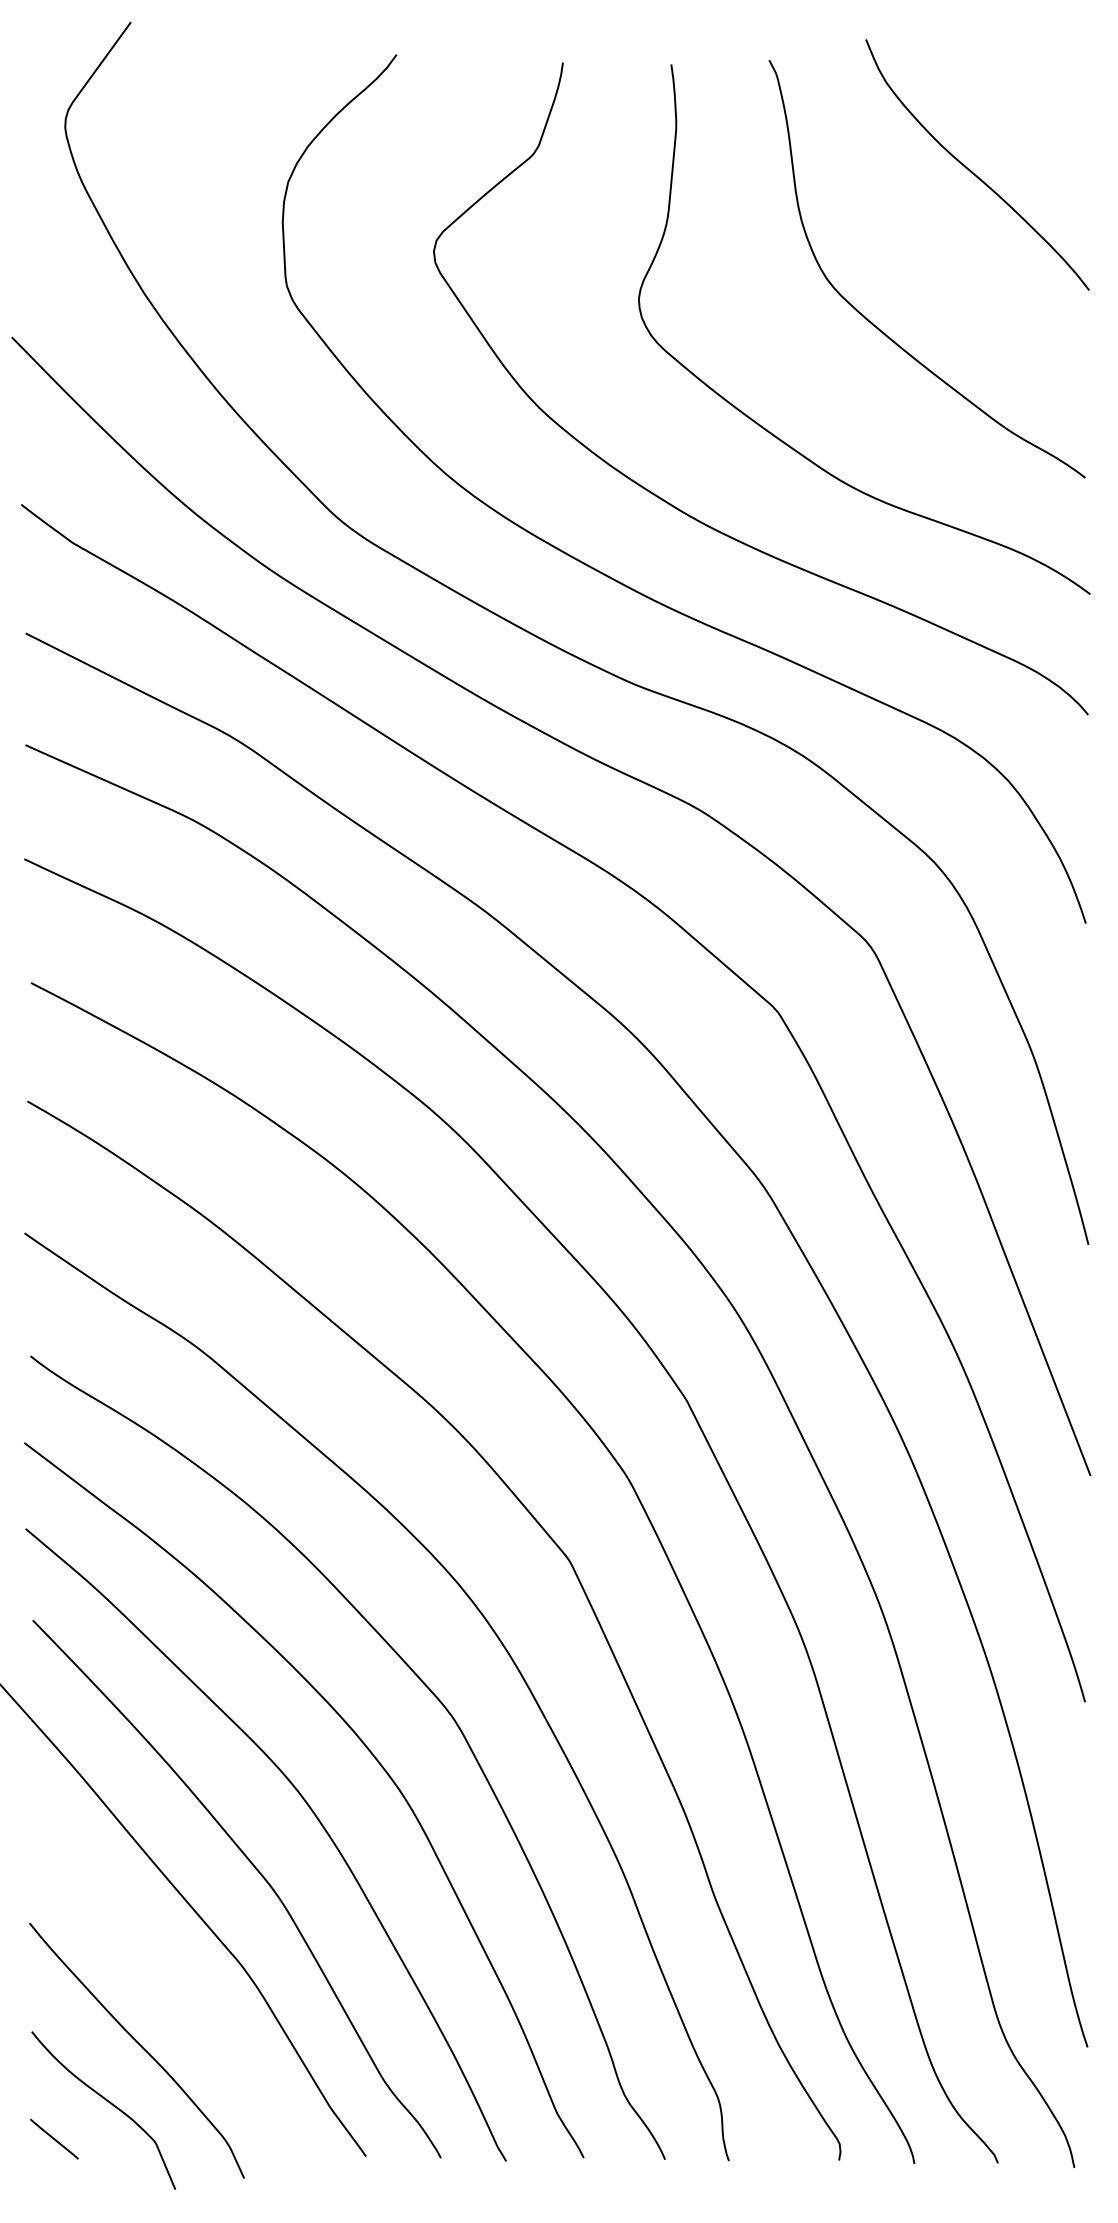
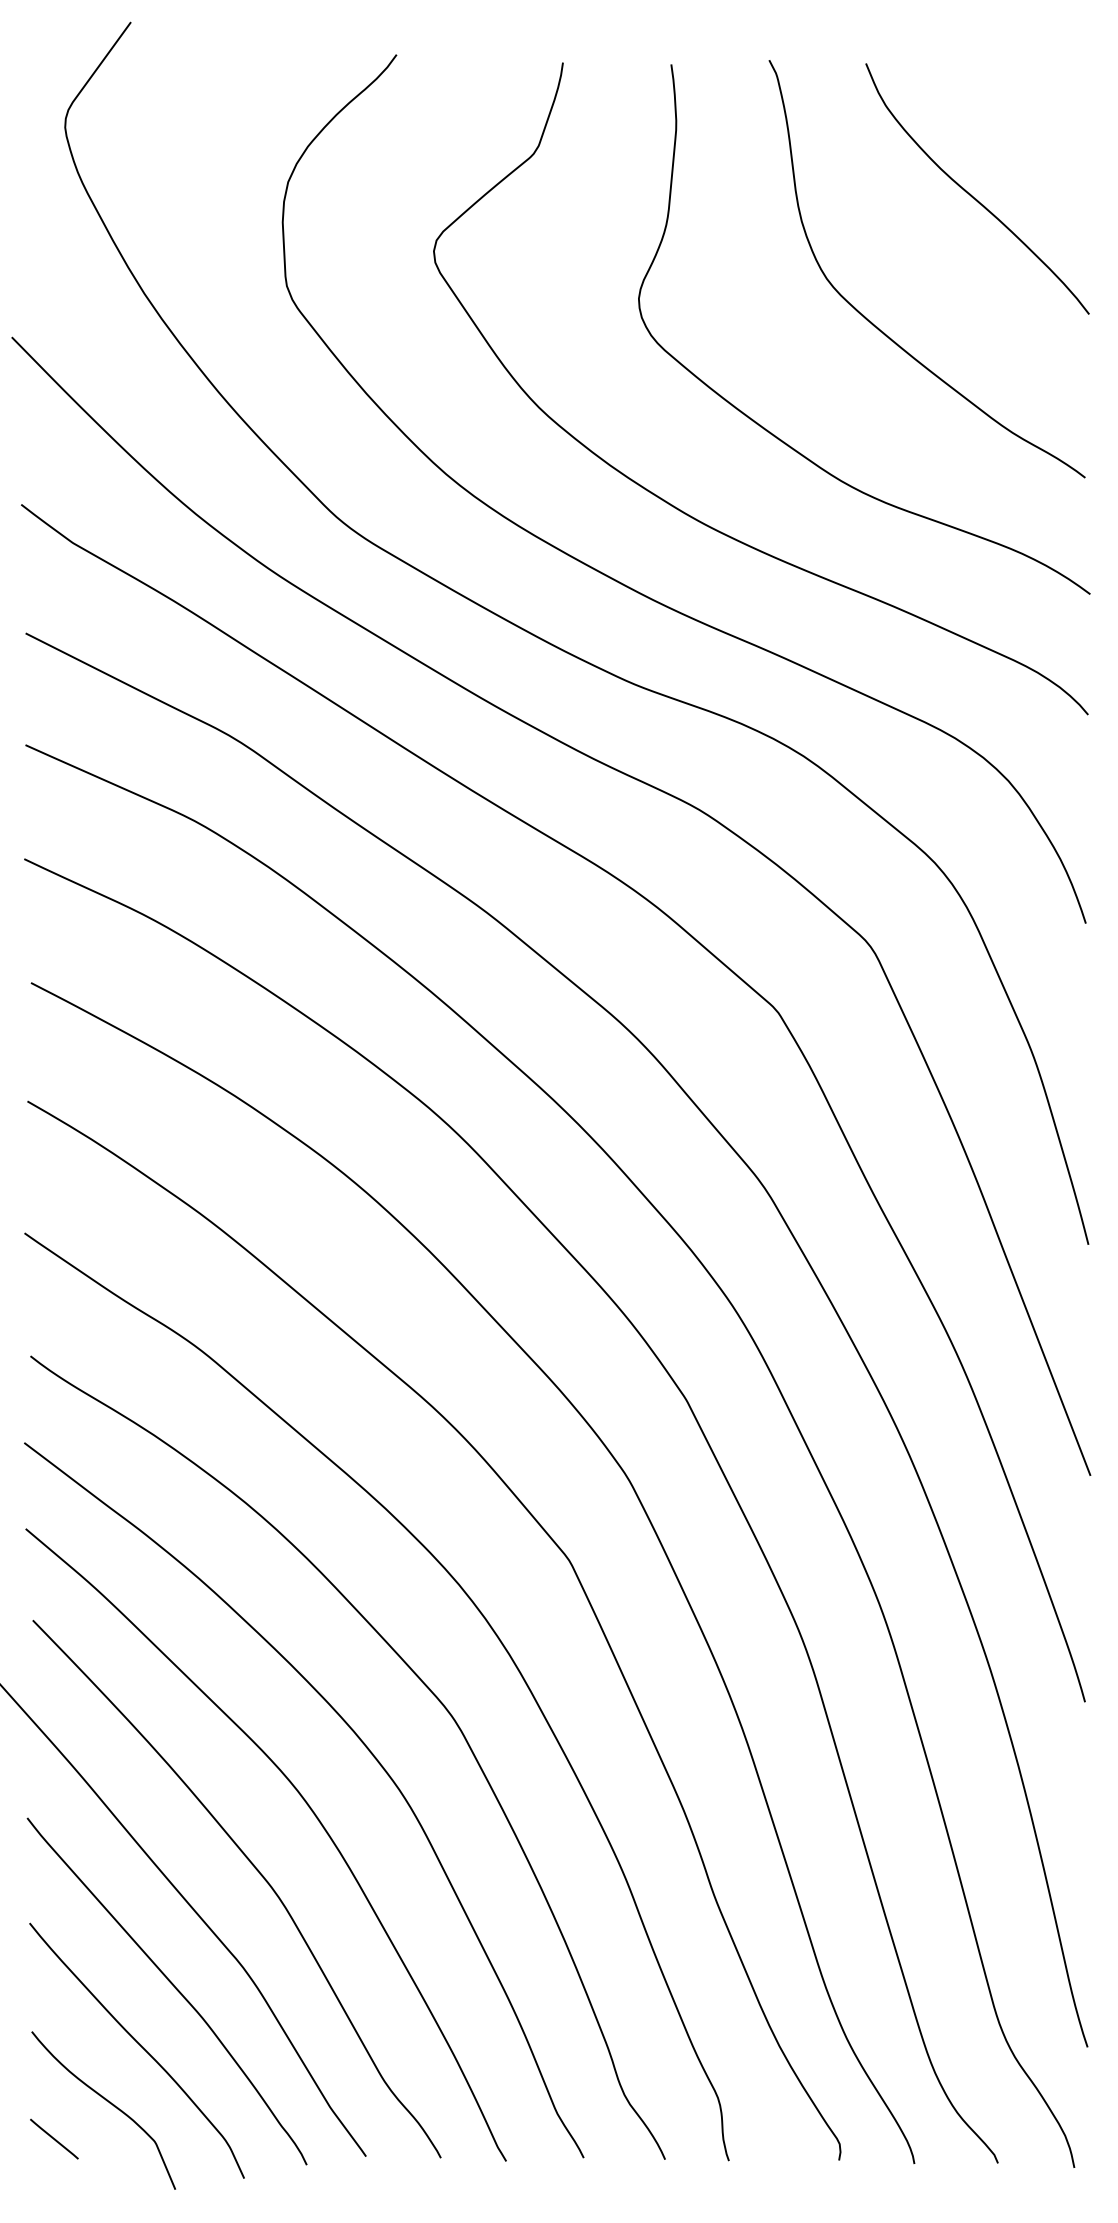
curve at (971, 170) position: (971, 170) -> (971, 194)
curve at (172, 1985): none -> present
